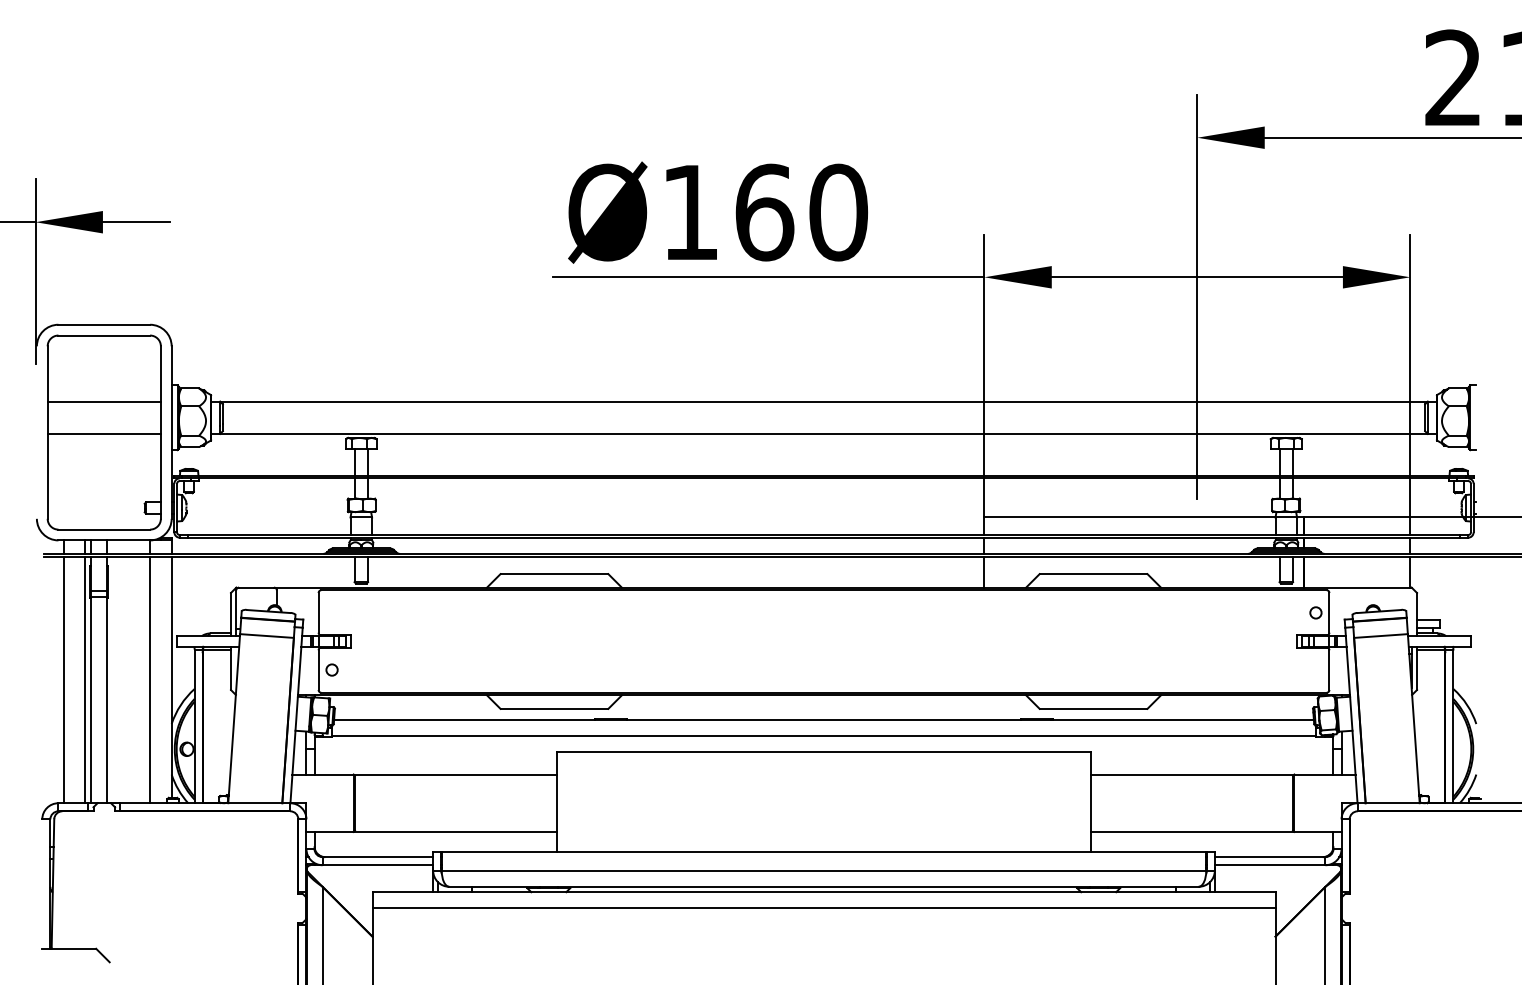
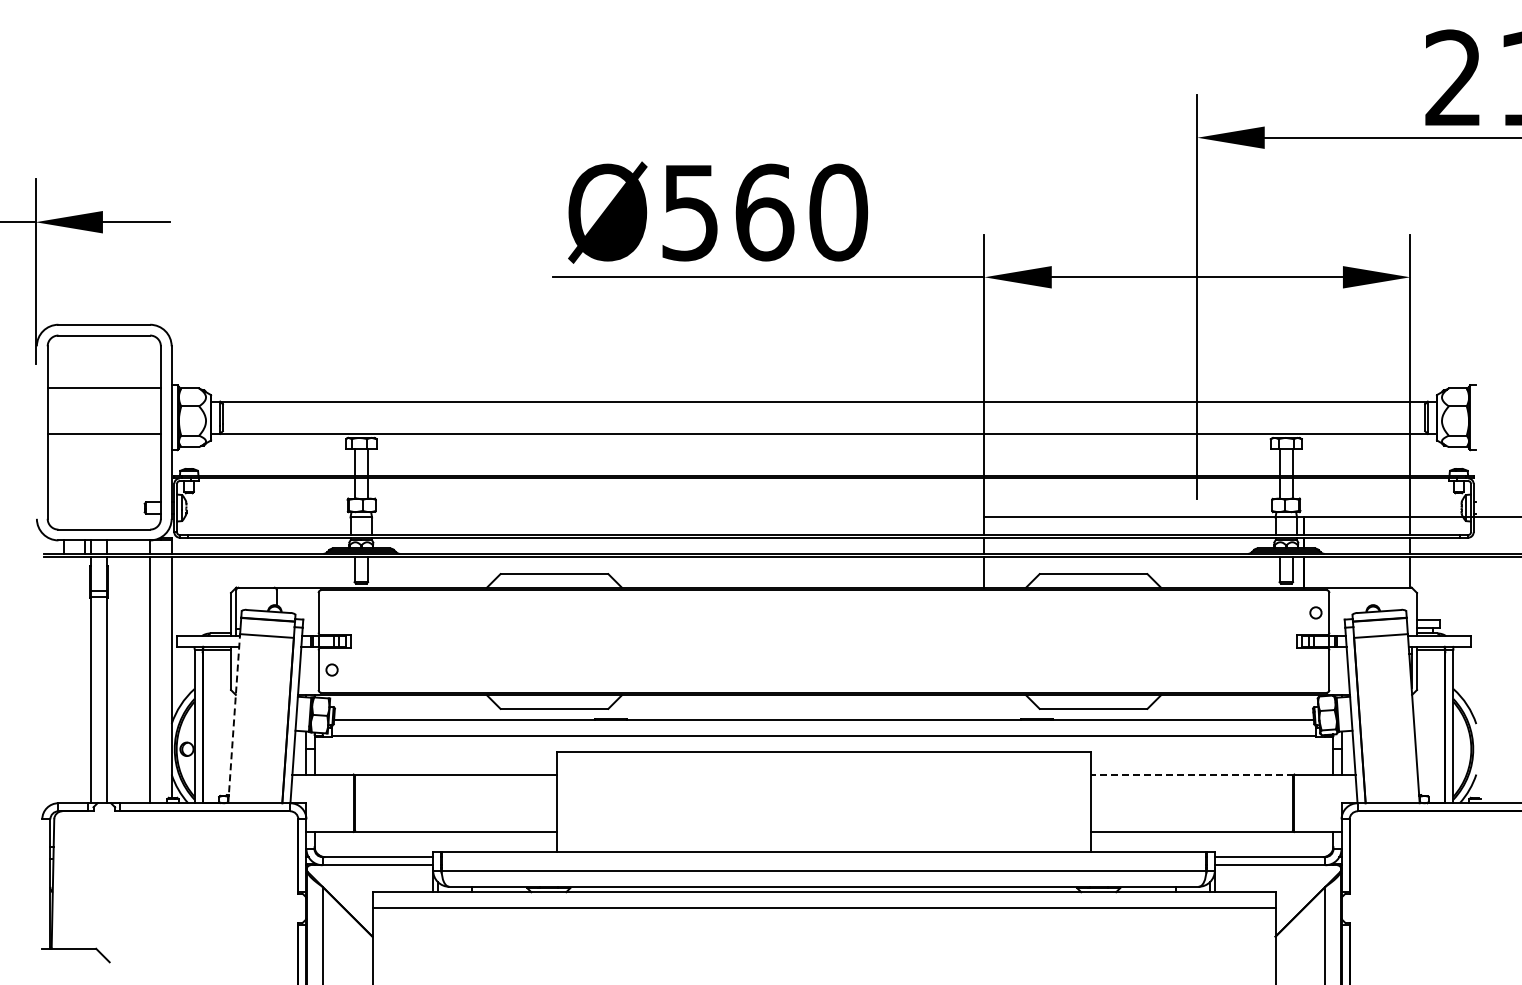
text at (689, 213): Ø160 -> Ø560
line at (103, 401) position: (103, 401) -> (103, 387)
line at (63, 679): present -> none
line at (85, 679): present -> none
line at (234, 718): solid -> dashed
line at (1192, 774): solid -> dashed
